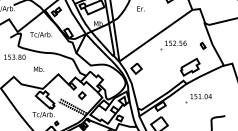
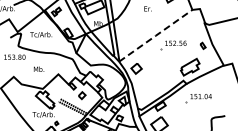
text at (140, 8) position: (140, 8) -> (147, 8)
line at (155, 35): solid -> dashed
